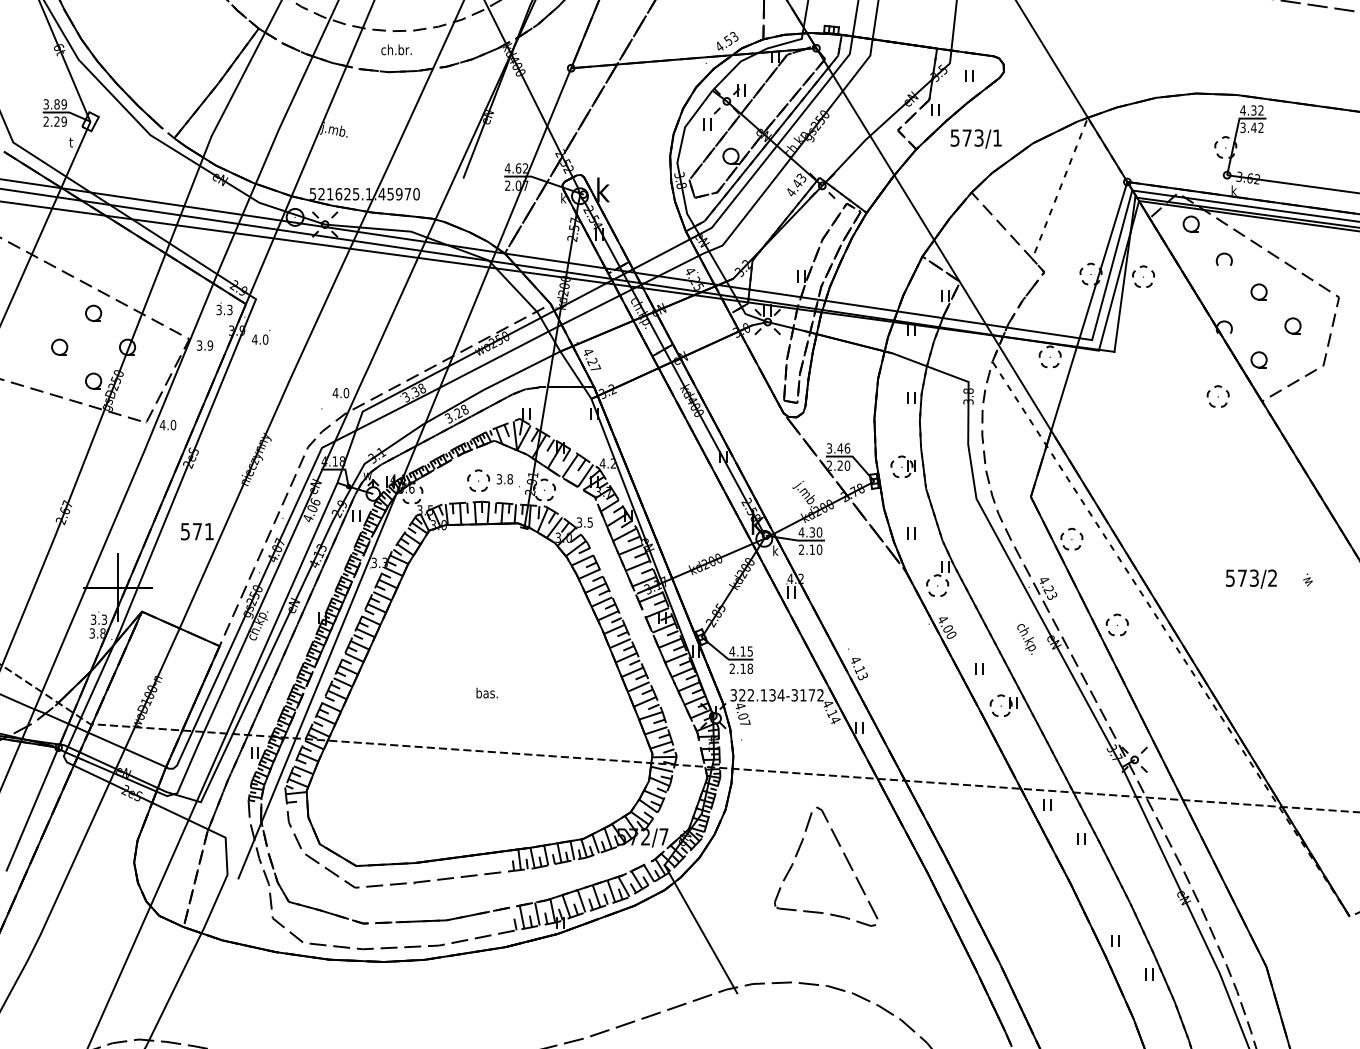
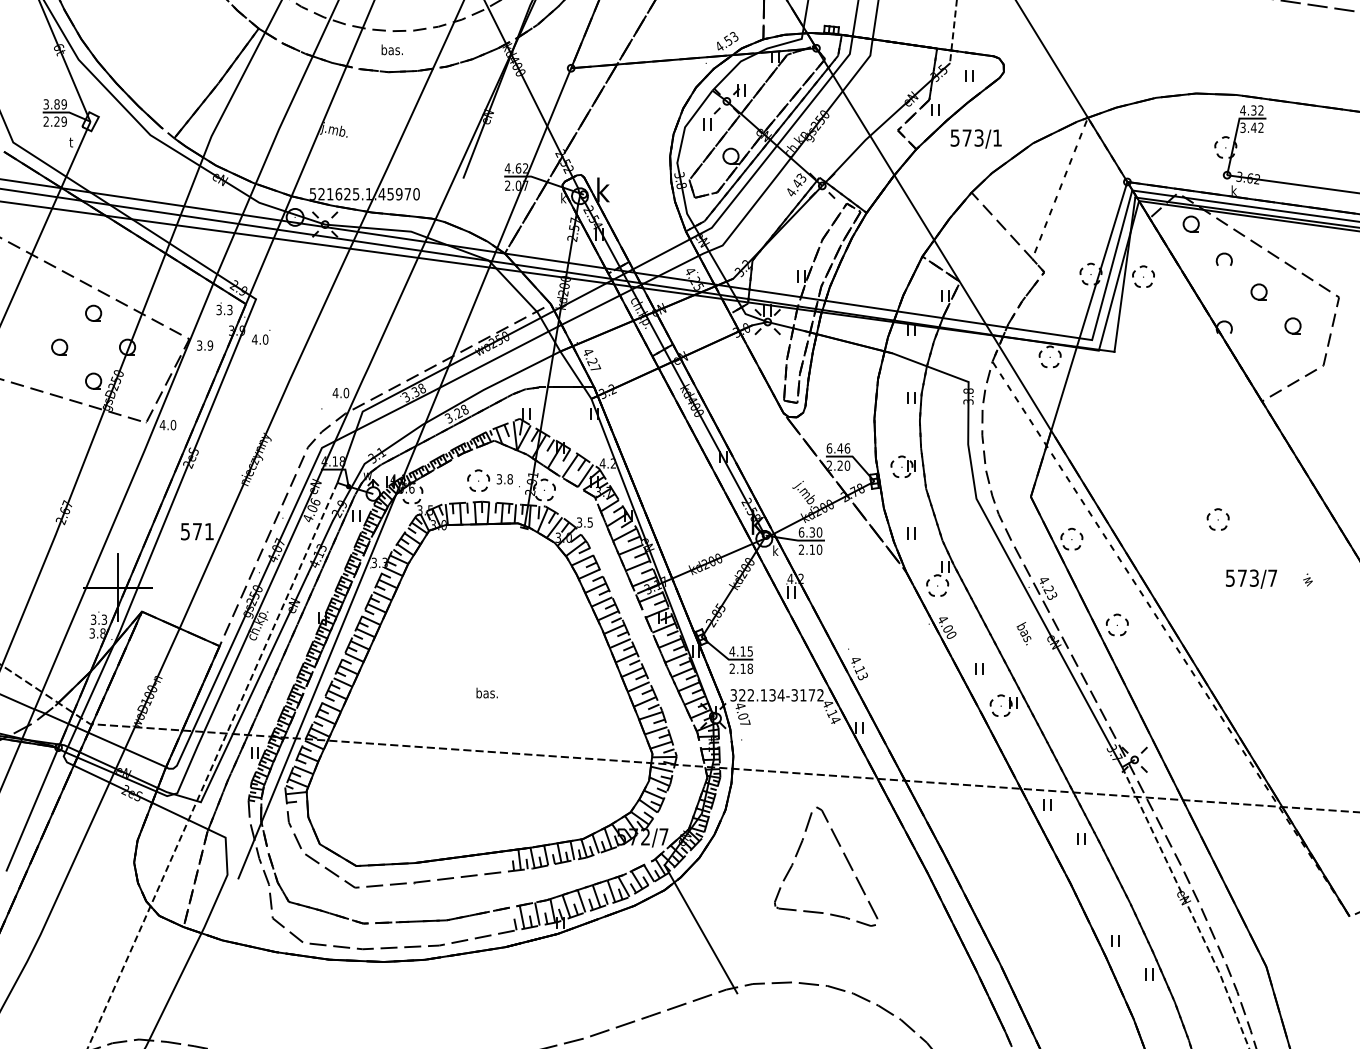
line at (953, 32): solid -> dashed
text at (396, 49): ch.br. -> bas.
part at (1258, 359): present -> none
part at (1217, 396) position: (1217, 396) -> (1217, 519)
text at (829, 448): 3.46 -> 6.46
text at (801, 532): 4.30 -> 6.30
text at (1272, 577): 573/2 -> 573/7
text at (1025, 638): ch.kp. -> bas.
line at (212, 766): solid -> dashed
line at (1188, 907): solid -> dashed
